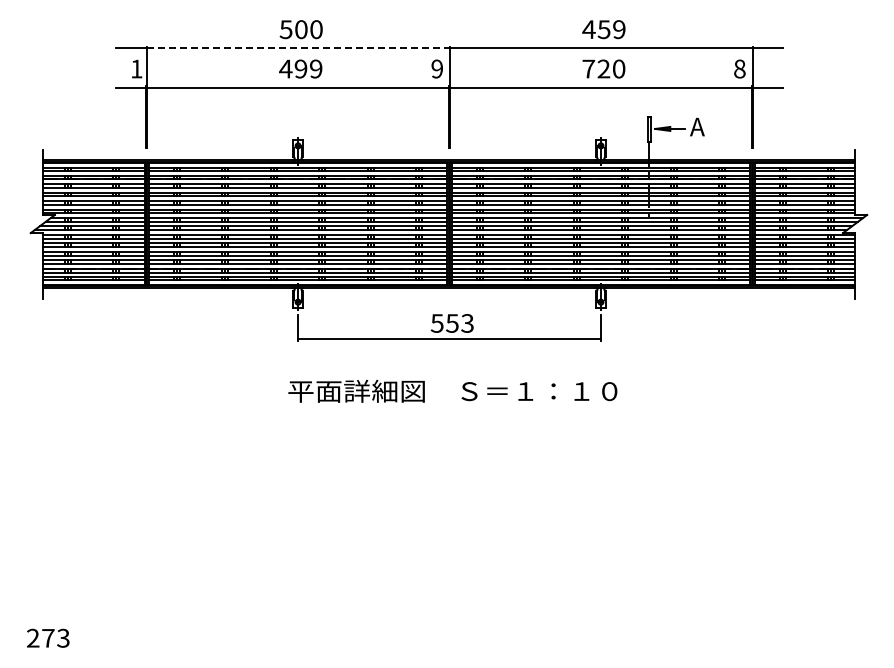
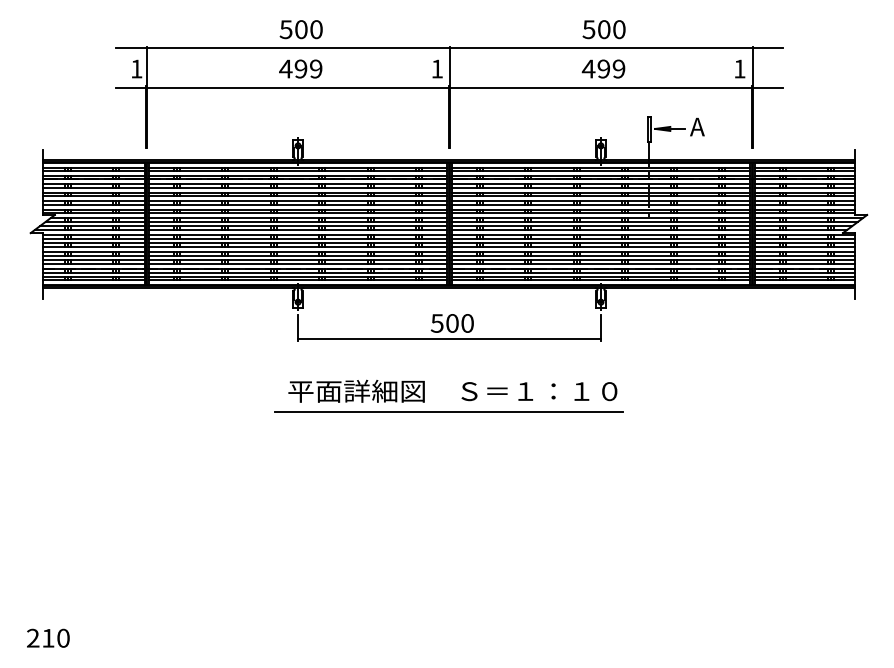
text at (603, 29): 459 -> 500
line at (298, 48): dashed -> solid
text at (436, 68): 9 -> 1
text at (603, 68): 720 -> 499
text at (739, 68): 8 -> 1
text at (459, 323): 553 -> 500
line at (448, 411): none -> present
text at (55, 638): 273 -> 210
